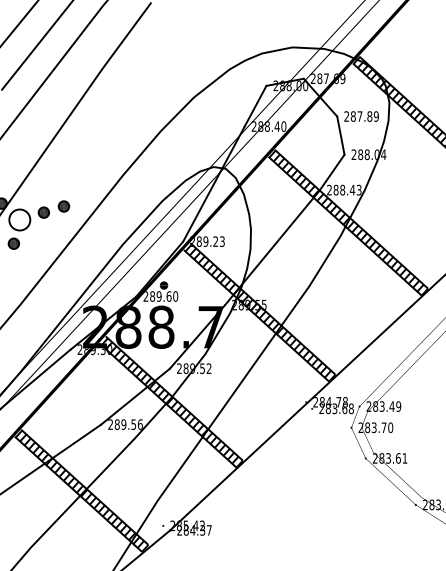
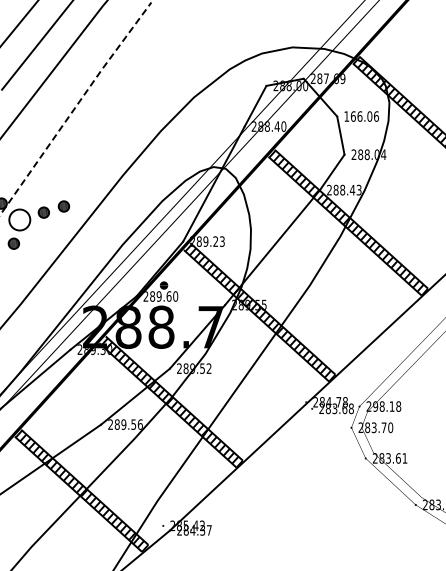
line at (75, 107): solid -> dashed
text at (361, 116): 287.89 -> 166.06
text at (387, 406): 283.49 -> 298.18
